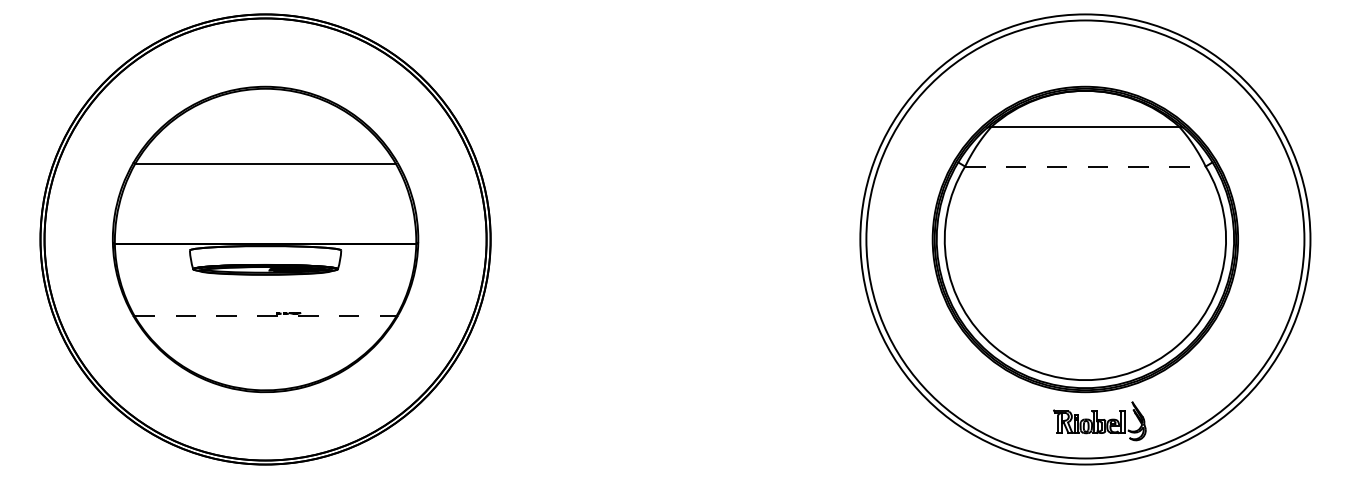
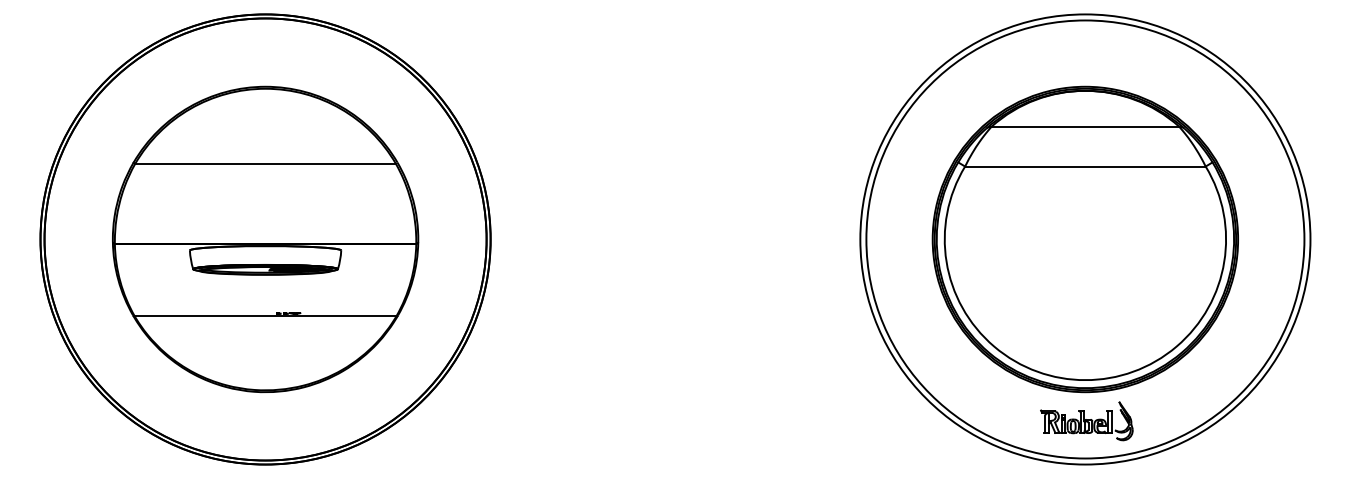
line at (1085, 166): dashed -> solid
line at (265, 316): dashed -> solid
part at (1099, 421) position: (1099, 421) -> (1086, 421)
